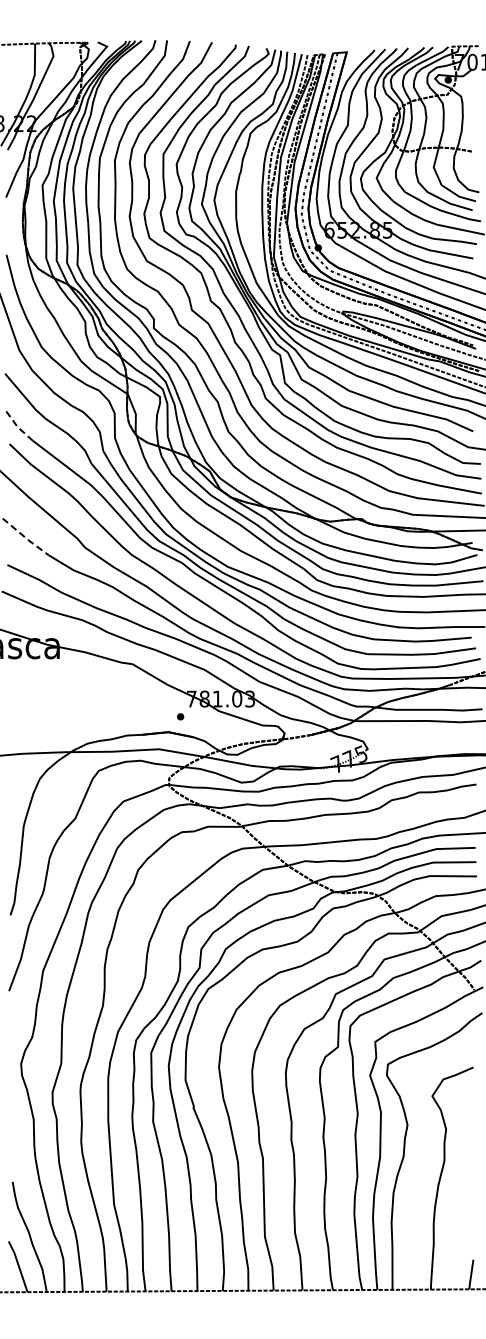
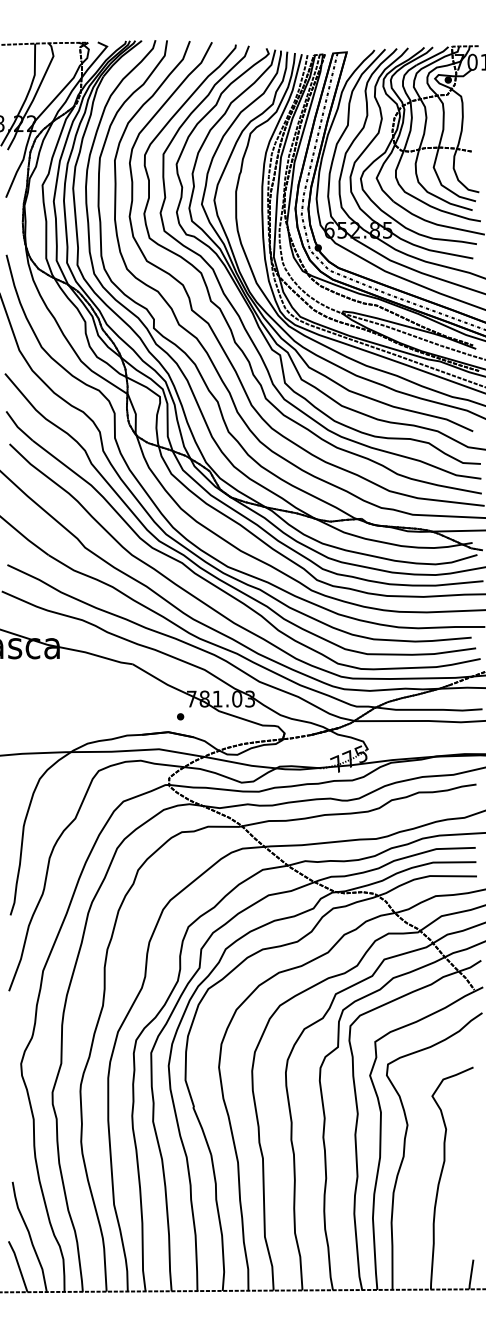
line at (17, 427): dashed -> solid
line at (24, 536): dashed -> solid
